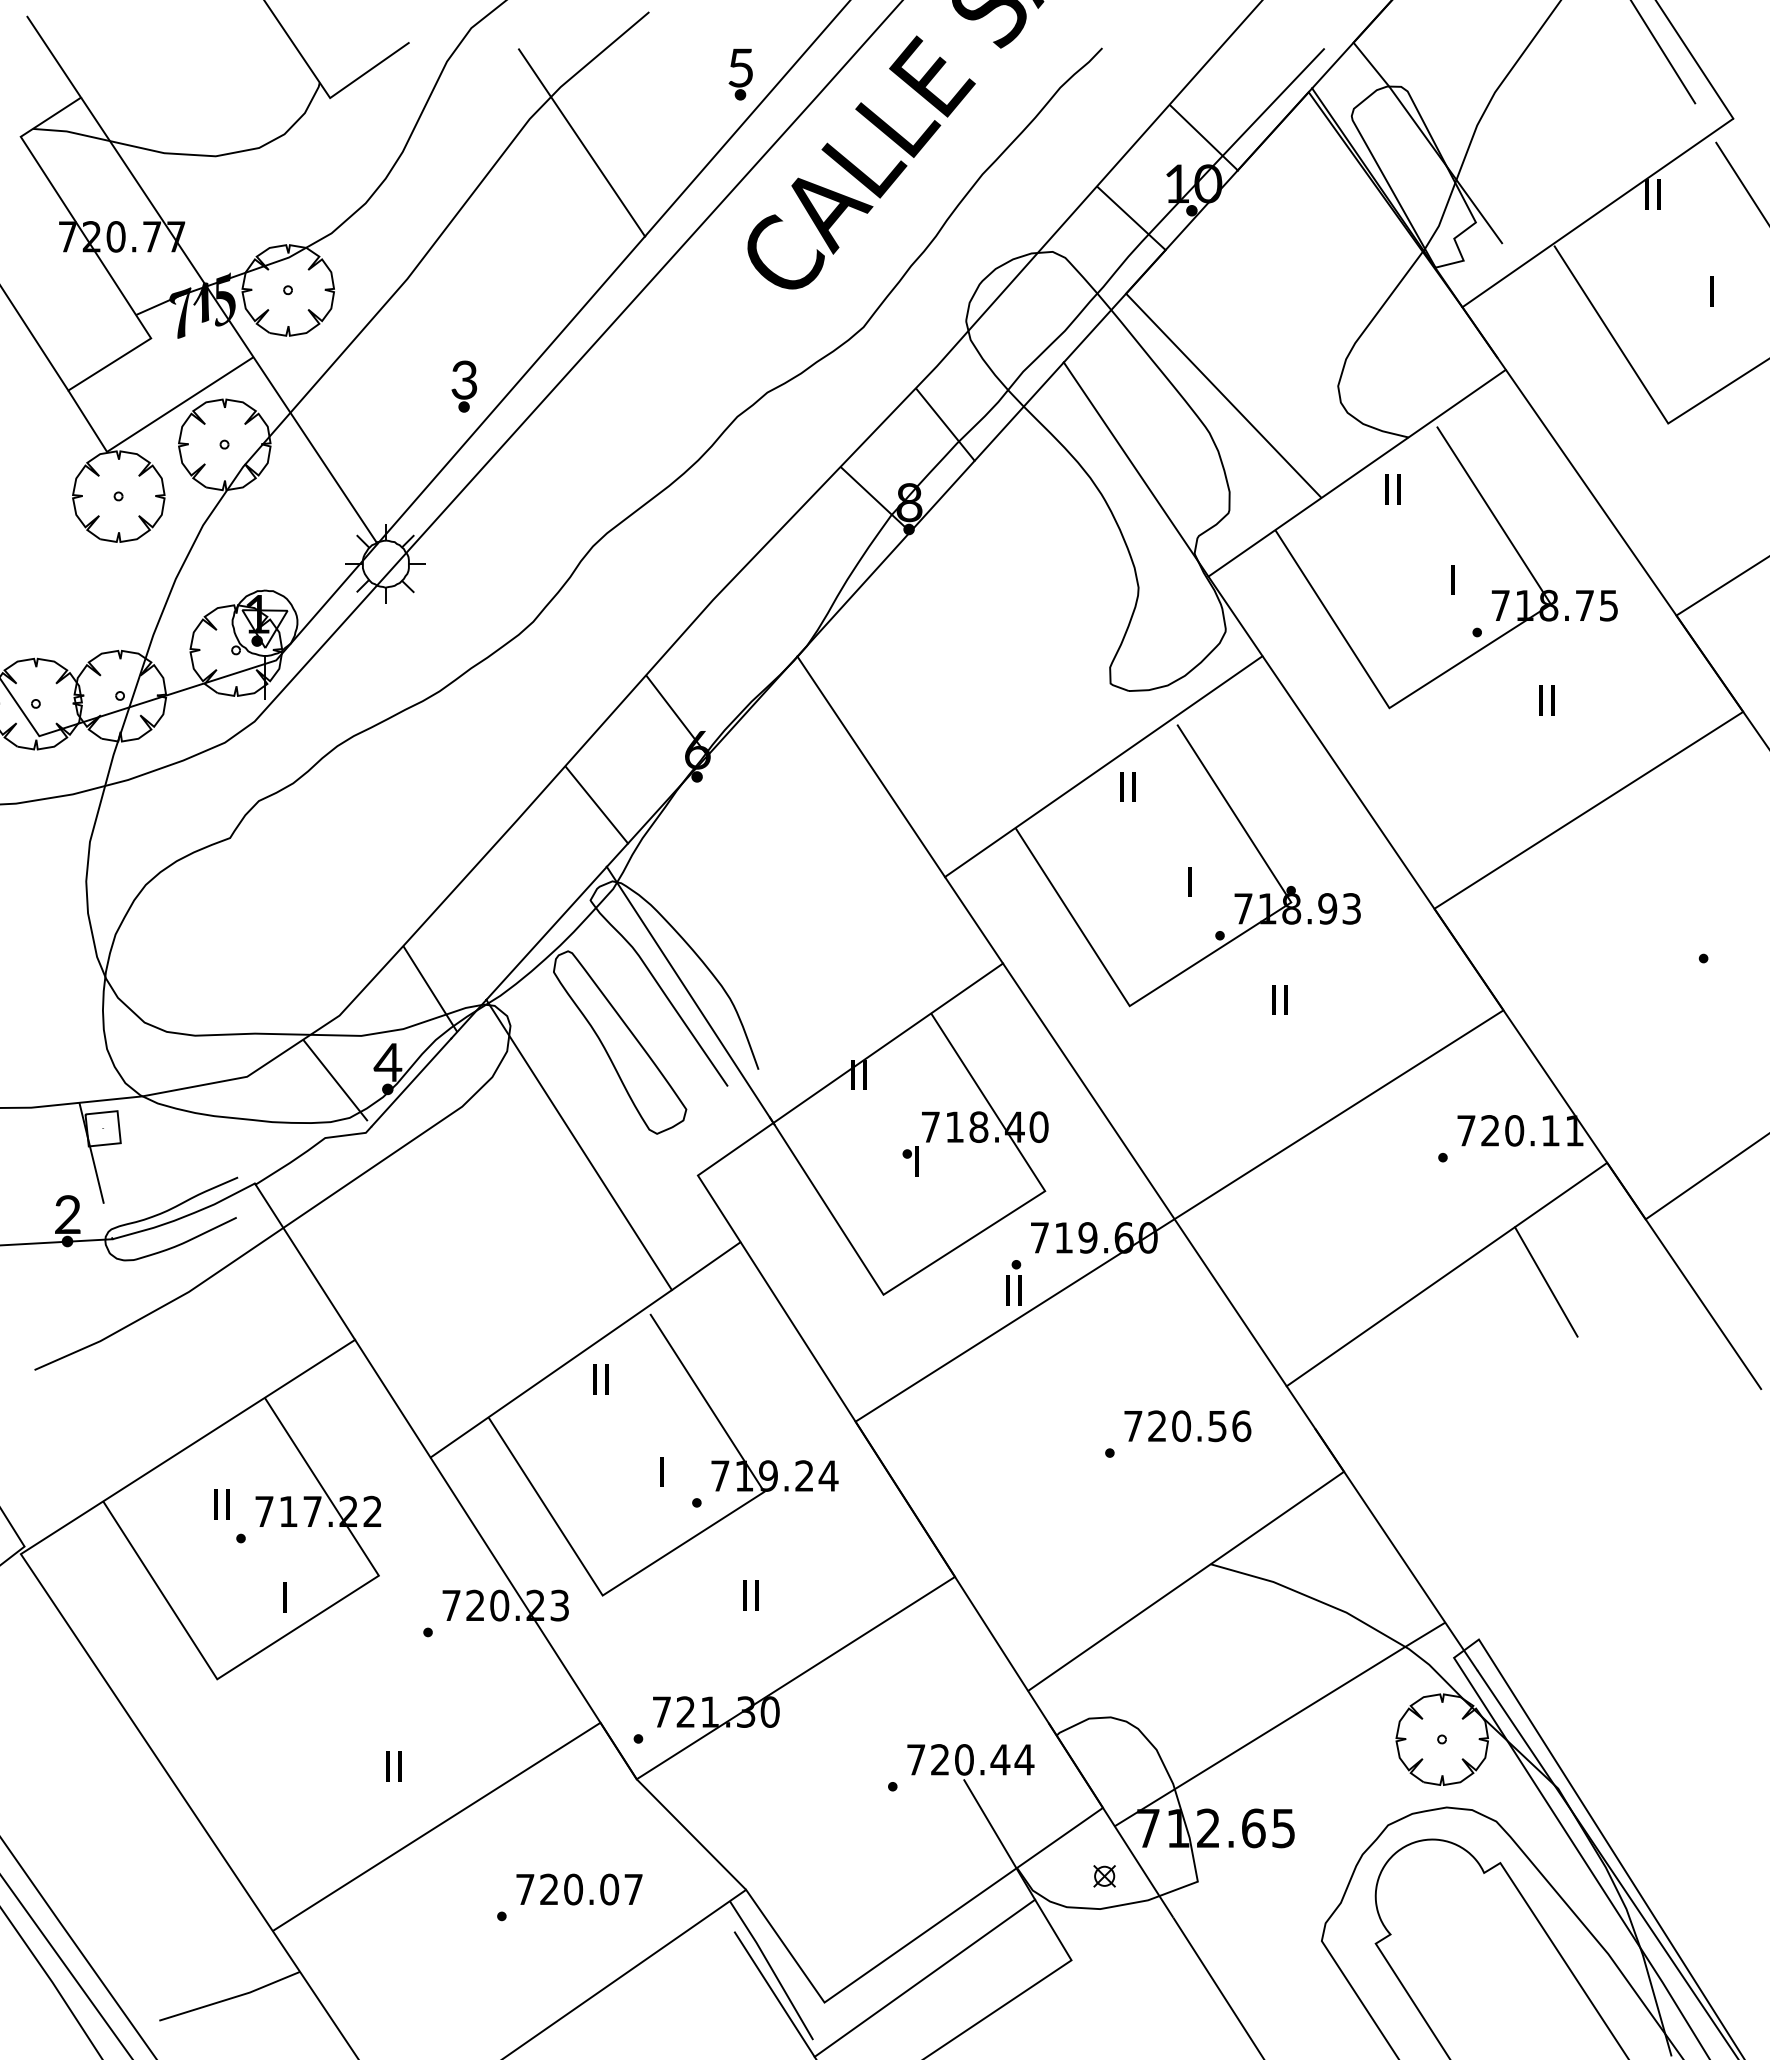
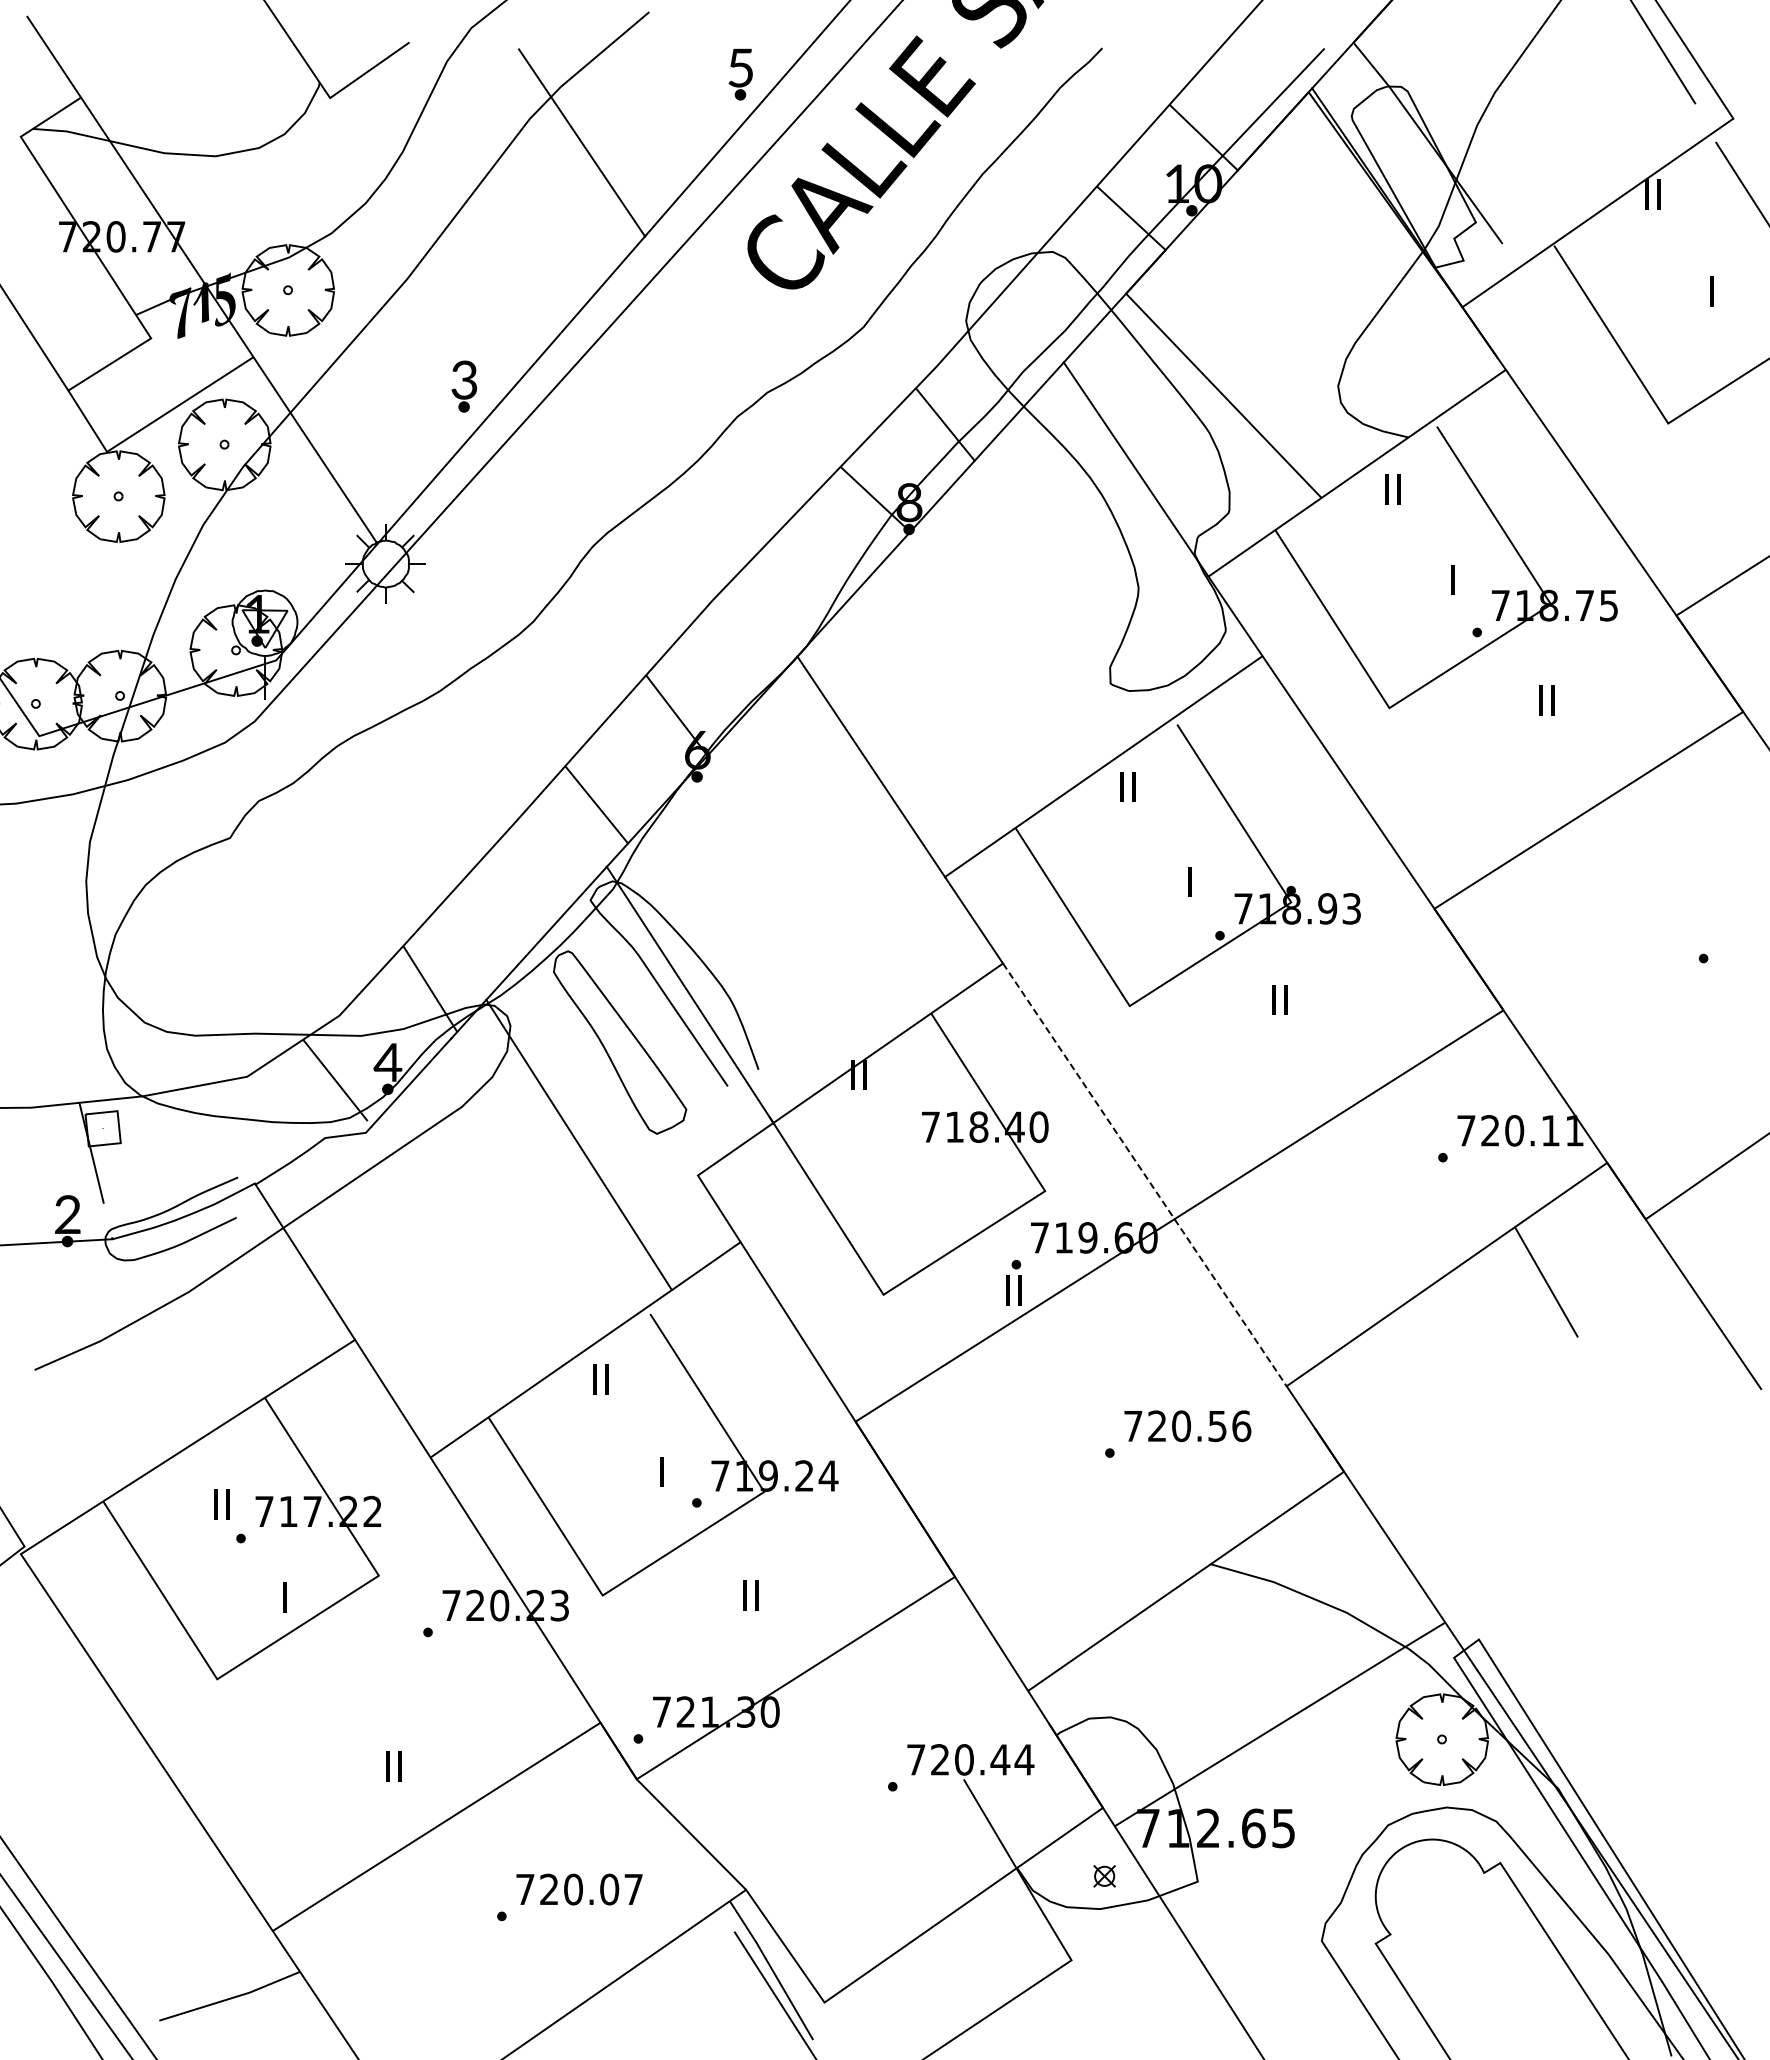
part at (910, 1161): present -> none
line at (1144, 1174): solid -> dashed
line at (924, 1977): present -> none
